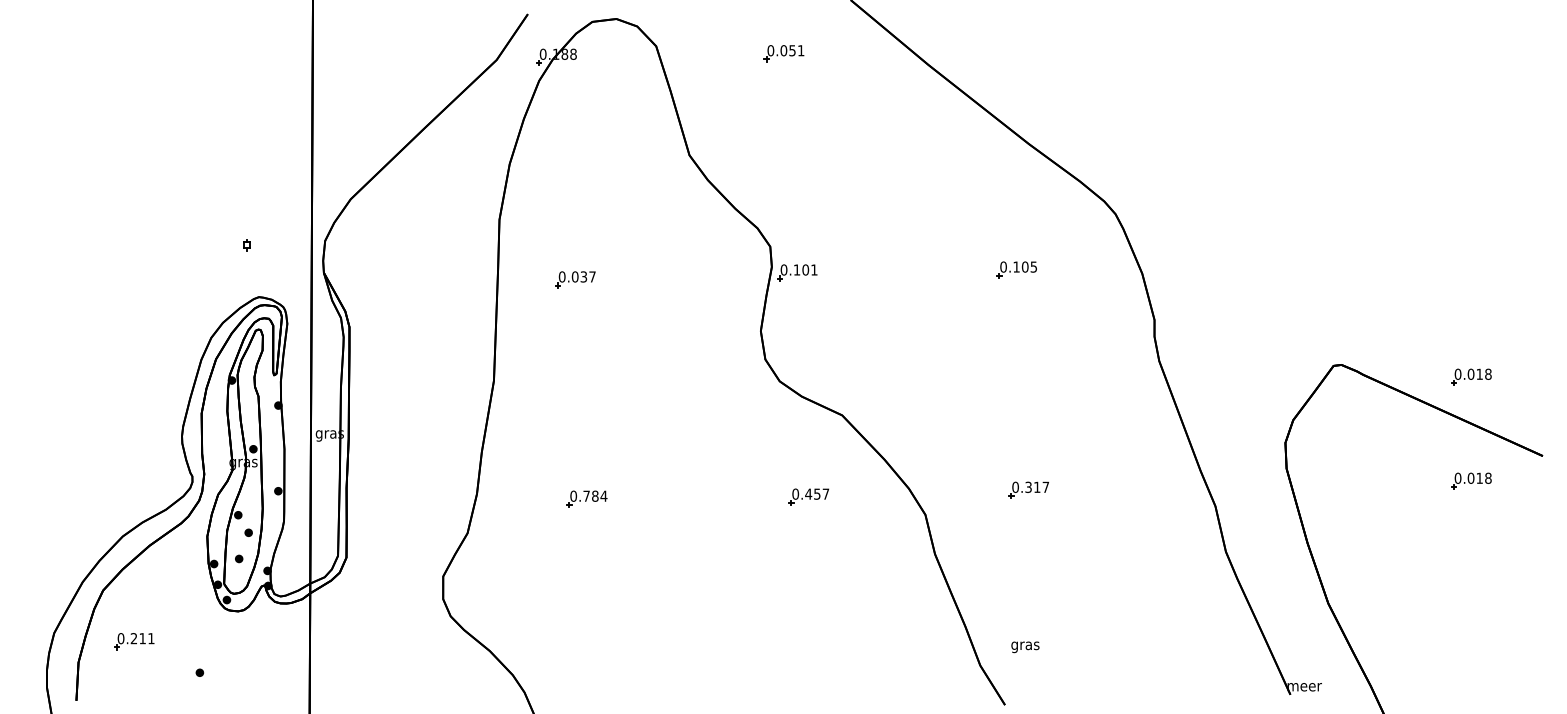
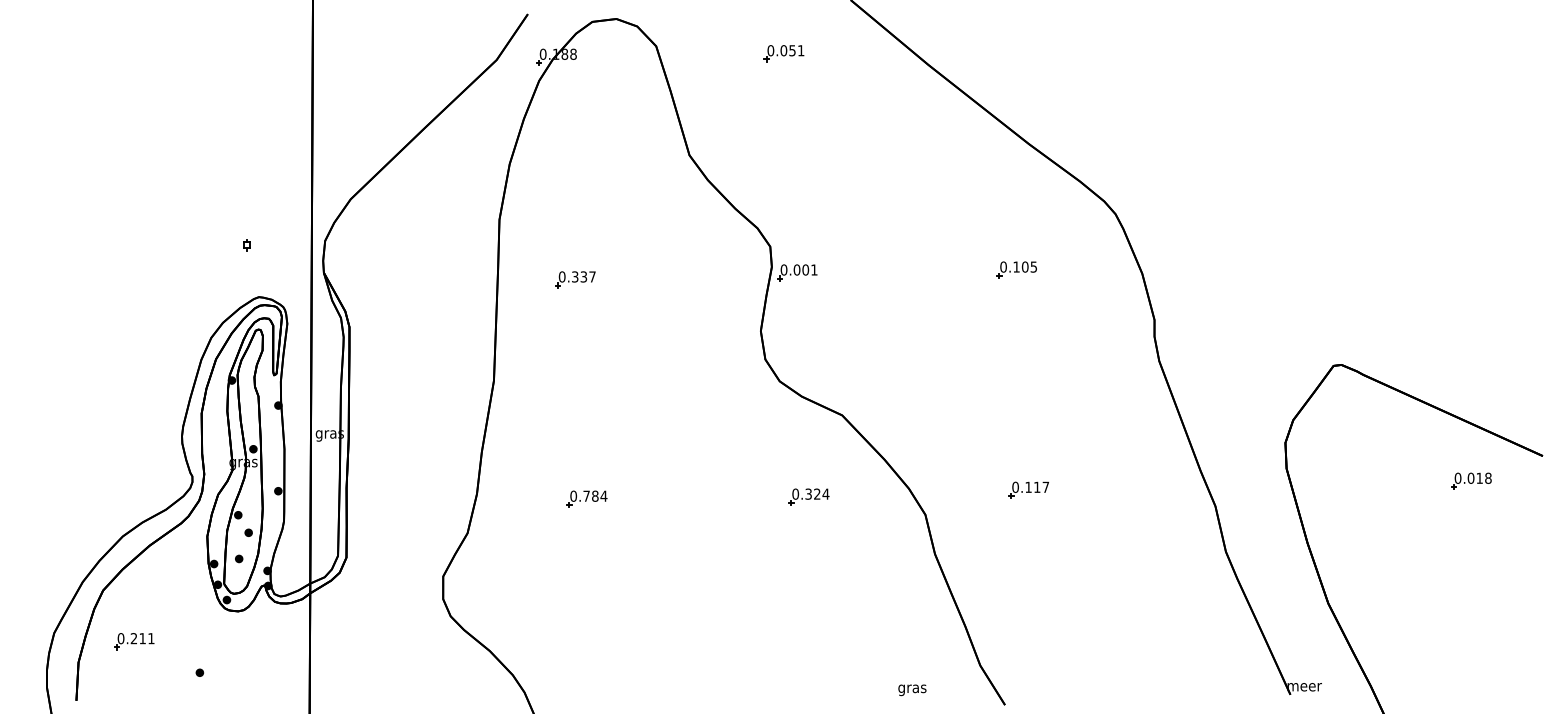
text at (796, 269): 0.101 -> 0.001
text at (574, 276): 0.037 -> 0.337
part at (1471, 376): present -> none
text at (1028, 486): 0.317 -> 0.117
text at (817, 493): 0.457 -> 0.324
text at (1025, 647) position: (1025, 647) -> (912, 690)
